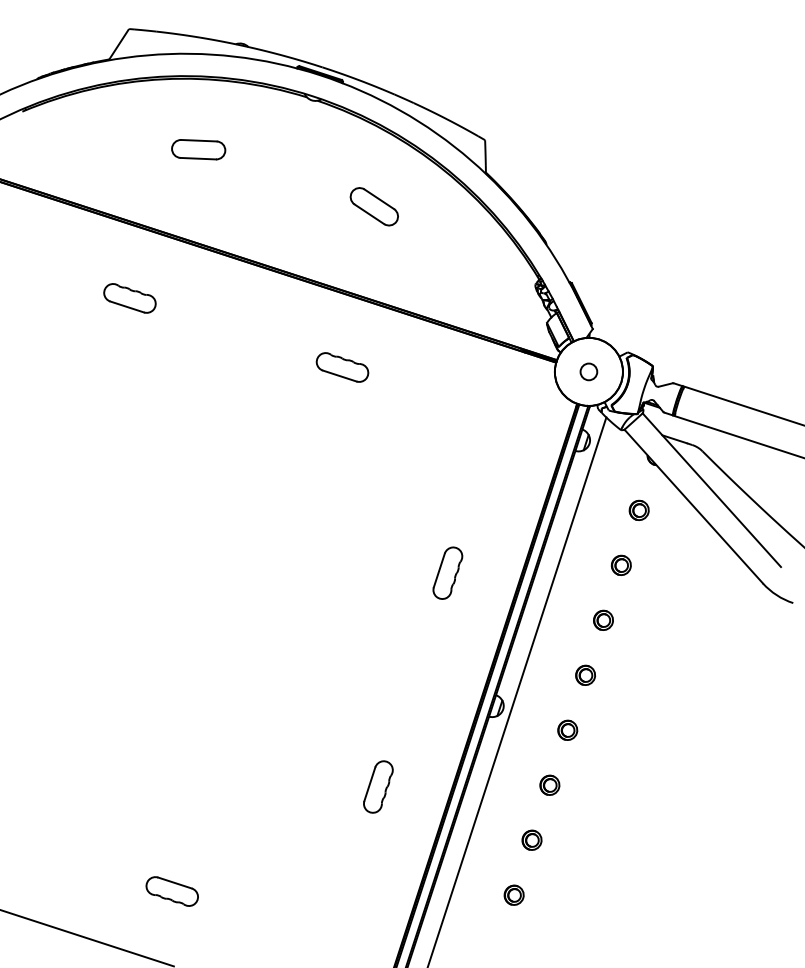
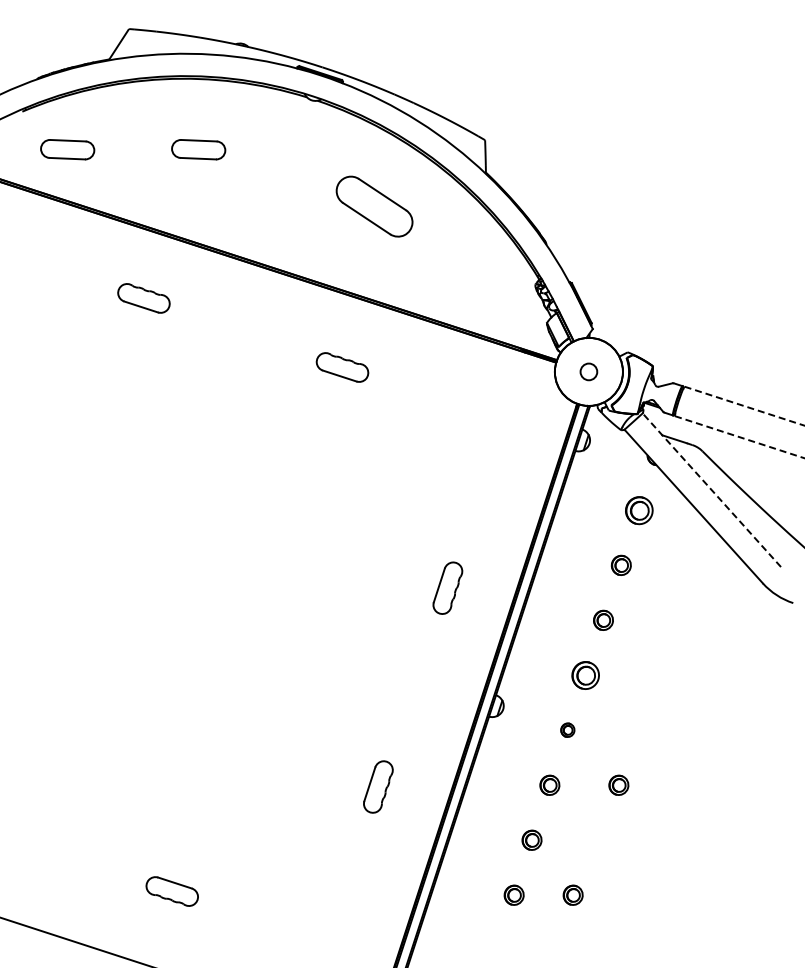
part at (67, 149): none -> present
part at (373, 206) size: 50x40 px -> 79x63 px
part at (129, 298) position: (129, 298) -> (143, 298)
line at (744, 406): solid -> dashed
line at (739, 437): solid -> dashed
line at (711, 489): solid -> dashed
part at (638, 509) size: 22x22 px -> 29x30 px
part at (447, 572) position: (447, 572) -> (447, 587)
part at (585, 674) size: 21x22 px -> 29x29 px
line at (517, 690): present -> none
part at (567, 729) size: 22x22 px -> 16x16 px
part at (618, 784): none -> present
part at (572, 894): none -> present
line at (85, 937) position: (85, 937) -> (73, 941)
